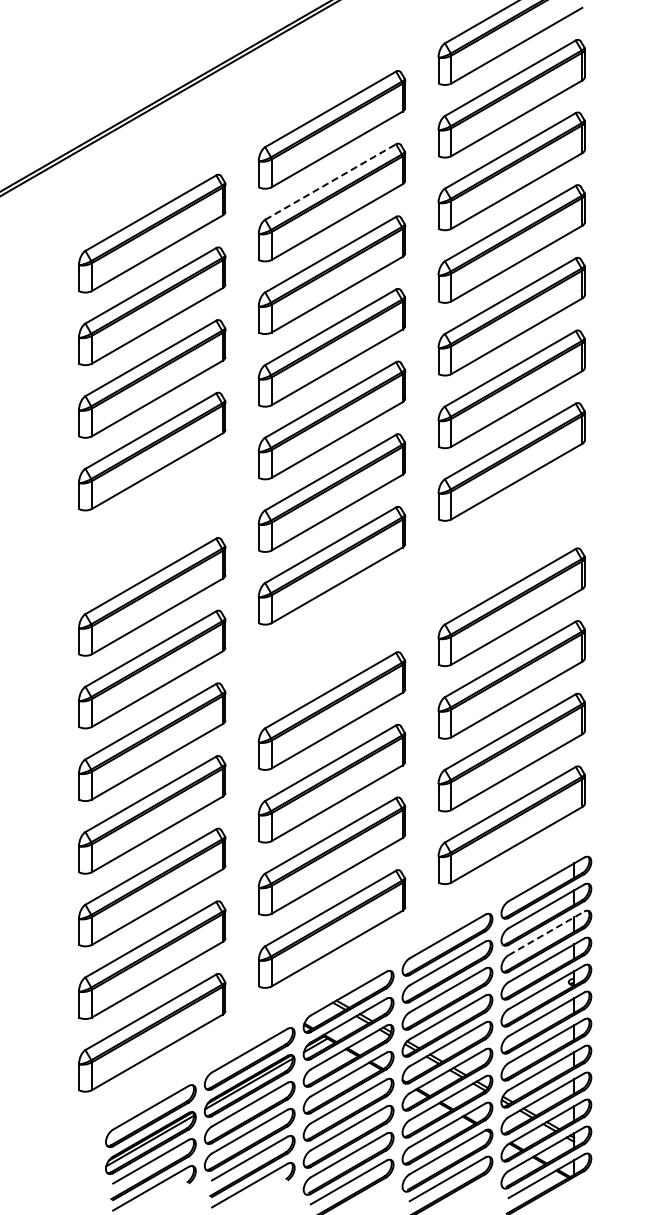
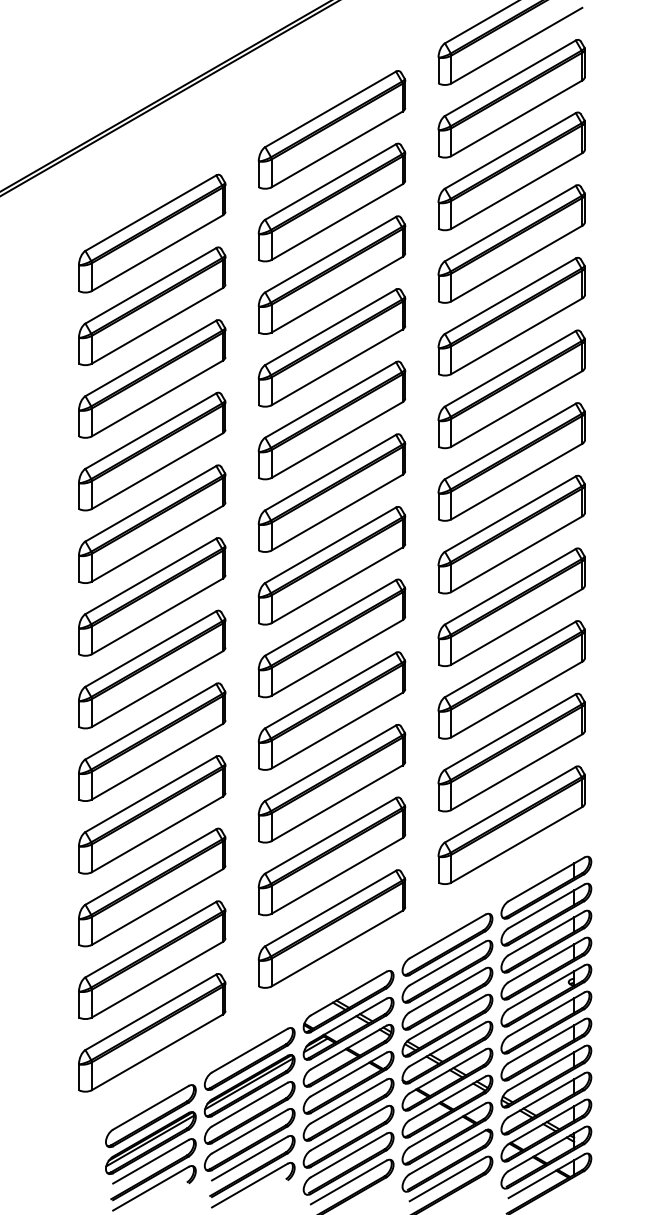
line at (330, 182): dashed -> solid
part at (152, 523): none -> present
part at (511, 534): none -> present
part at (331, 638): none -> present
line at (546, 933): dashed -> solid
